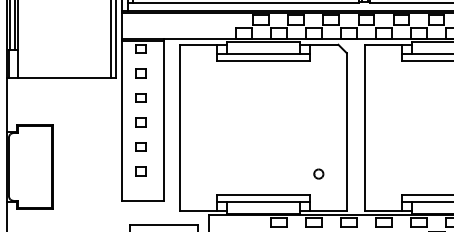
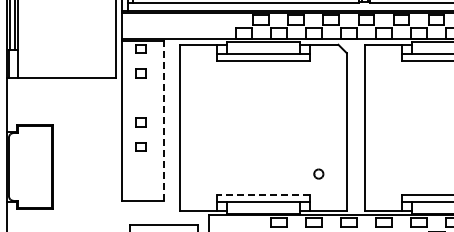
line at (110, 40): present -> none
part at (140, 97): present -> none
line at (163, 120): solid -> dashed
part at (140, 171): present -> none
line at (262, 195): solid -> dashed
